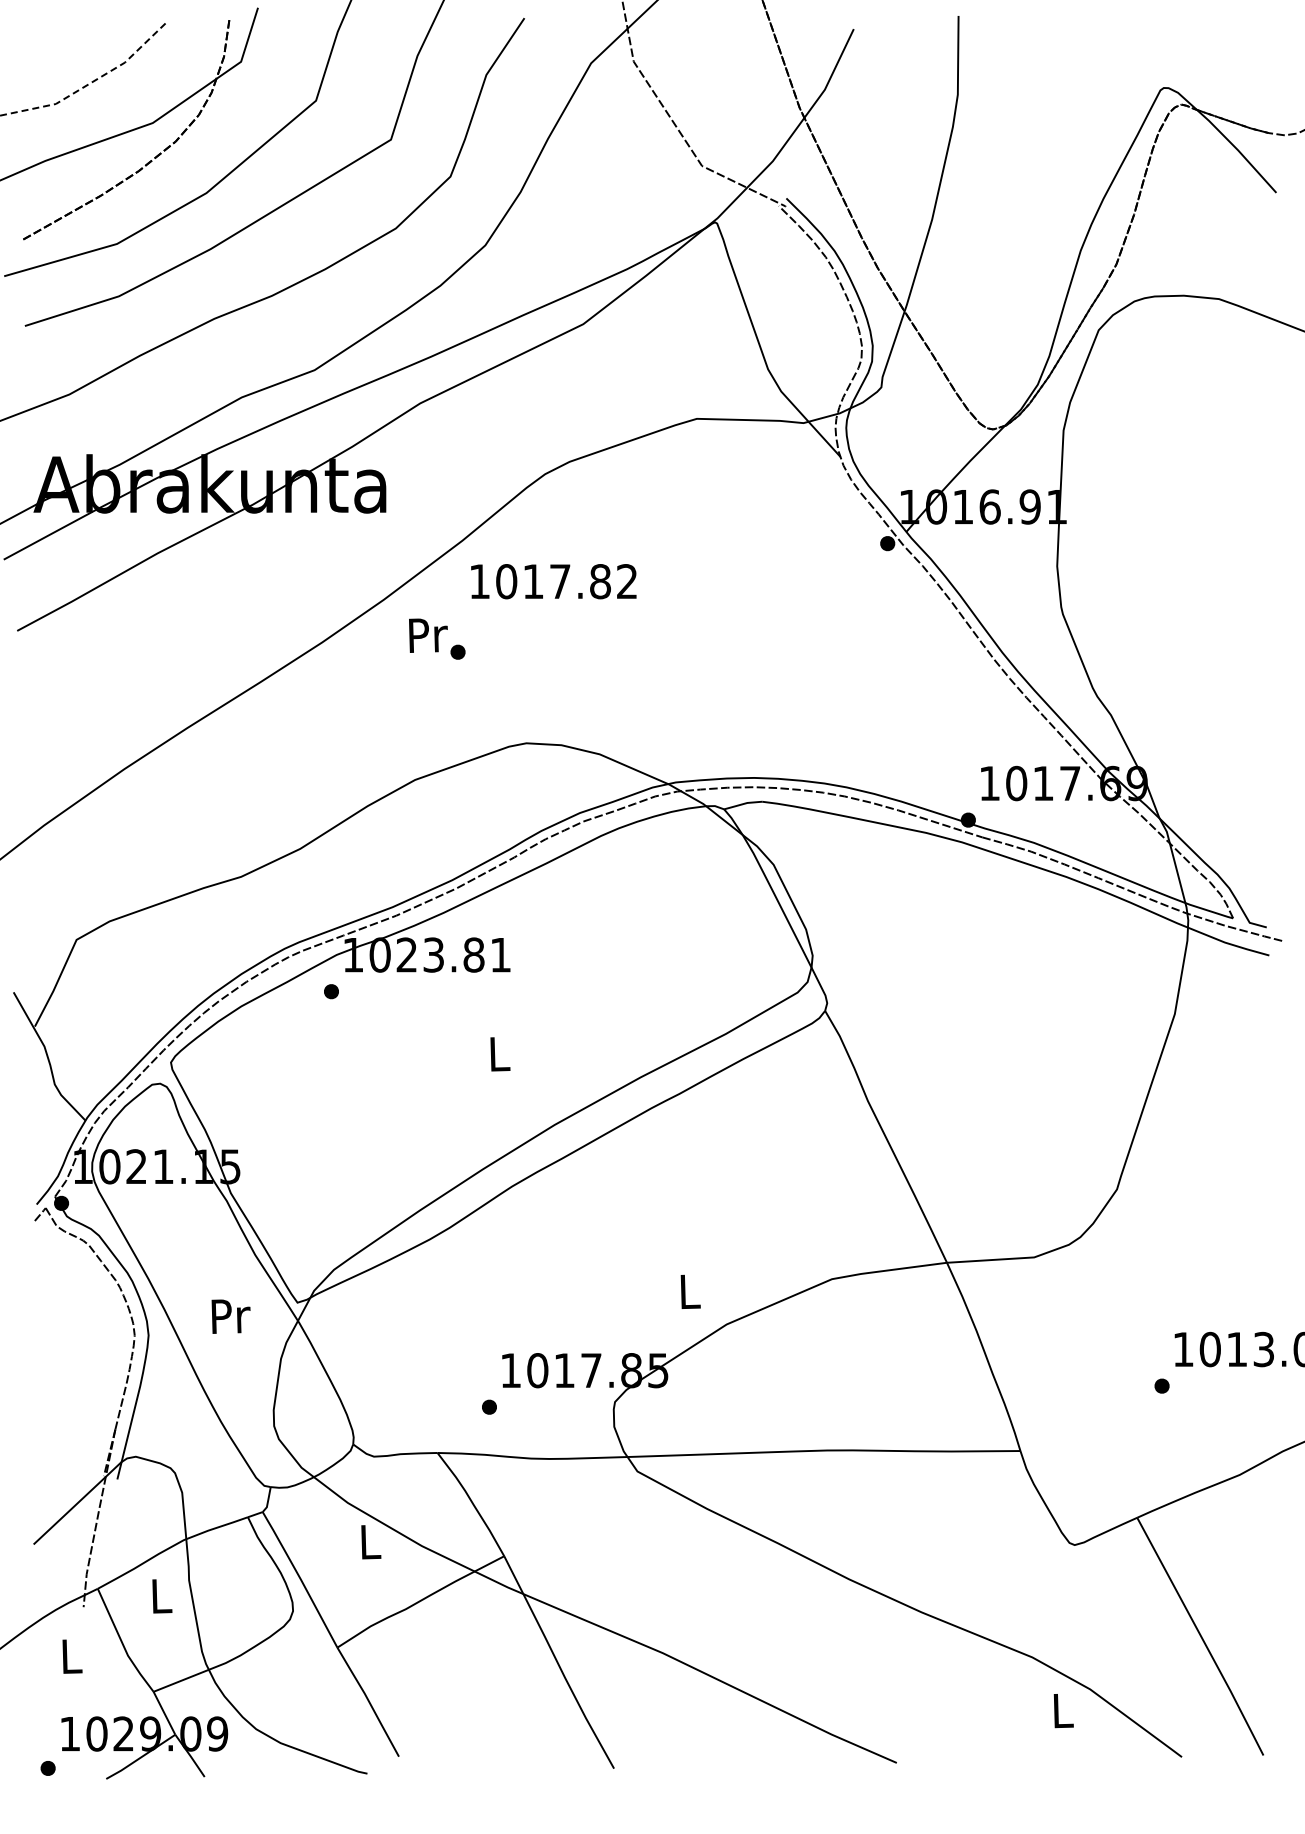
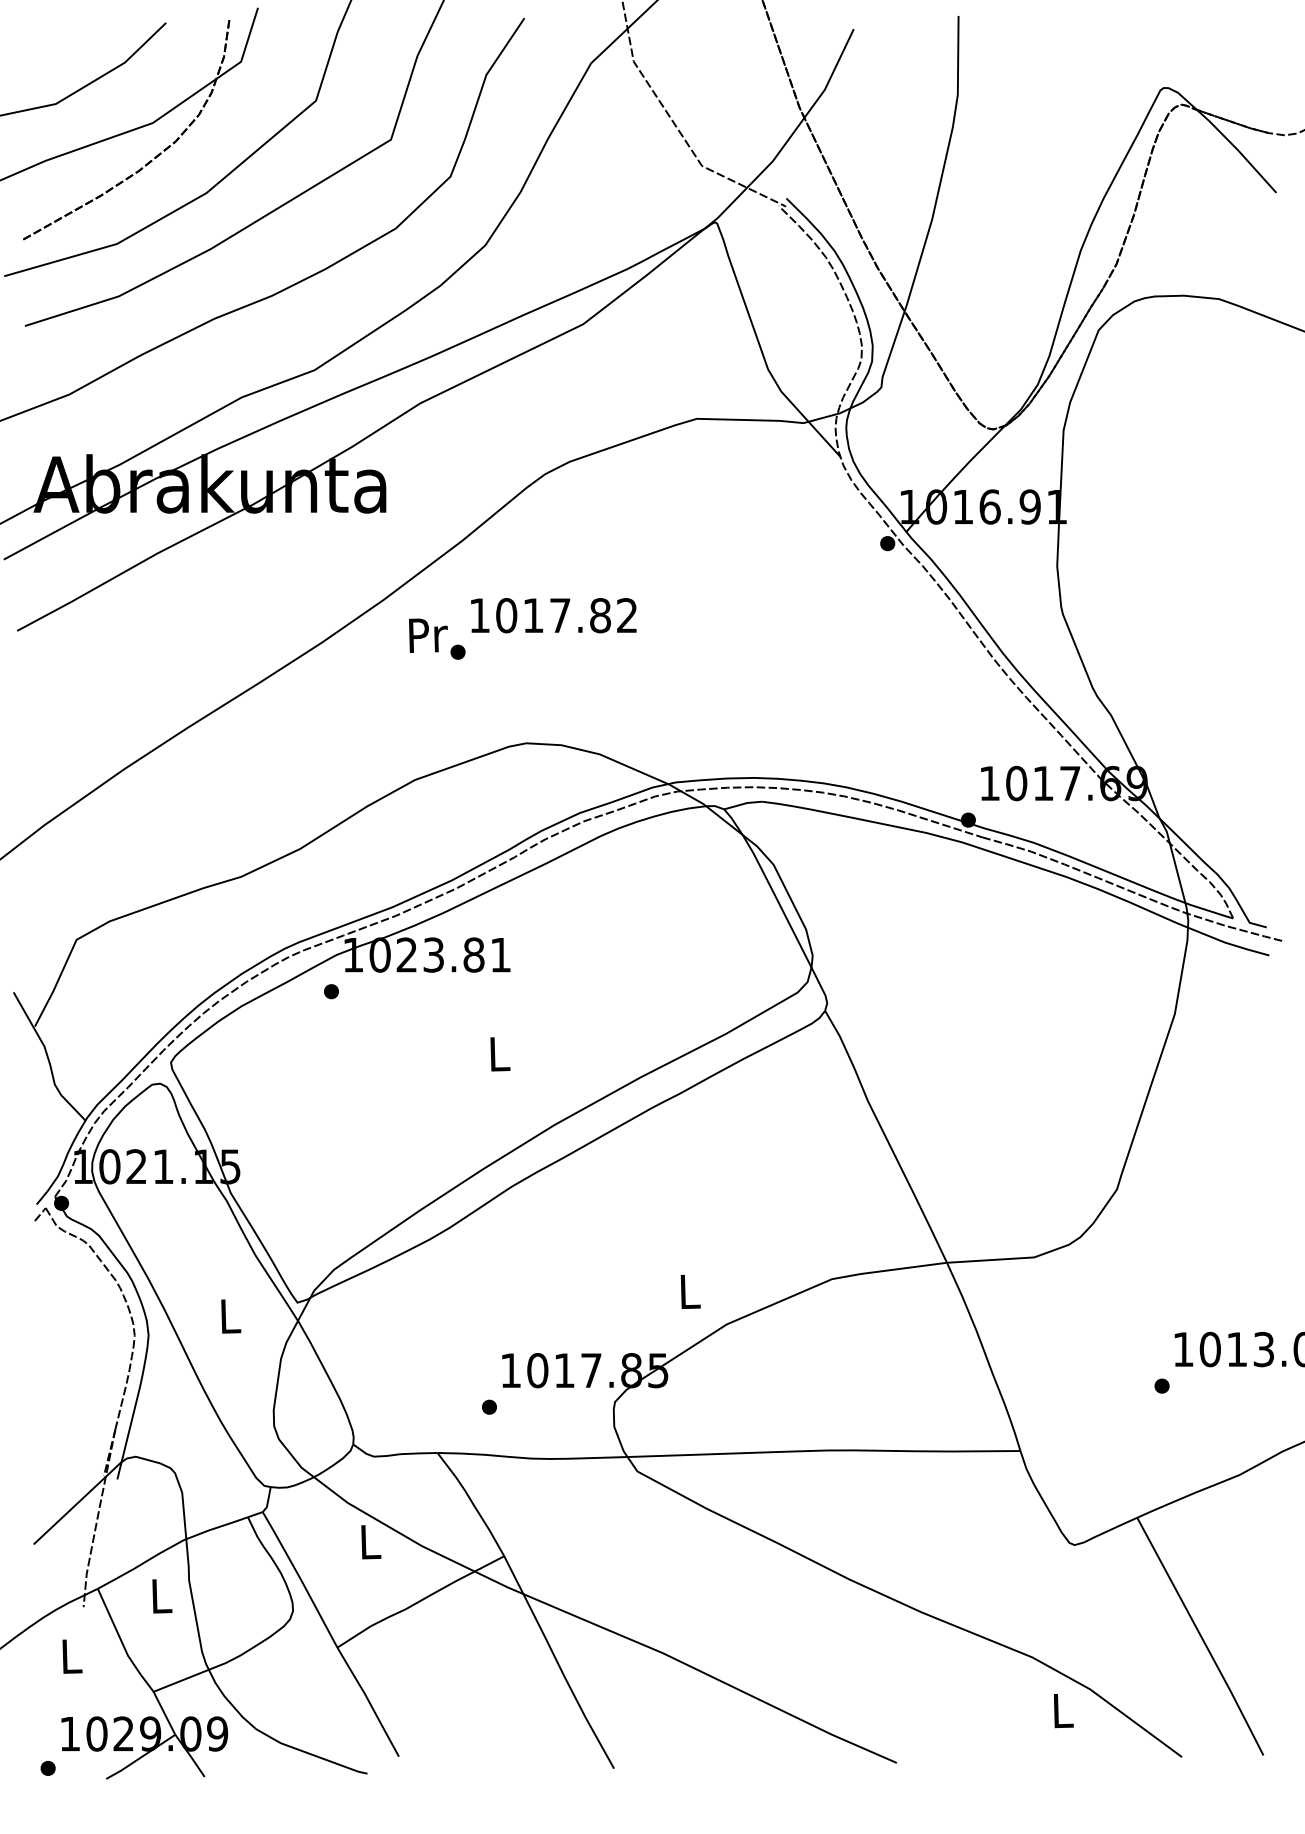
line at (90, 83): dashed -> solid
text at (553, 581) position: (553, 581) -> (553, 615)
text at (230, 1316): Pr -> L
